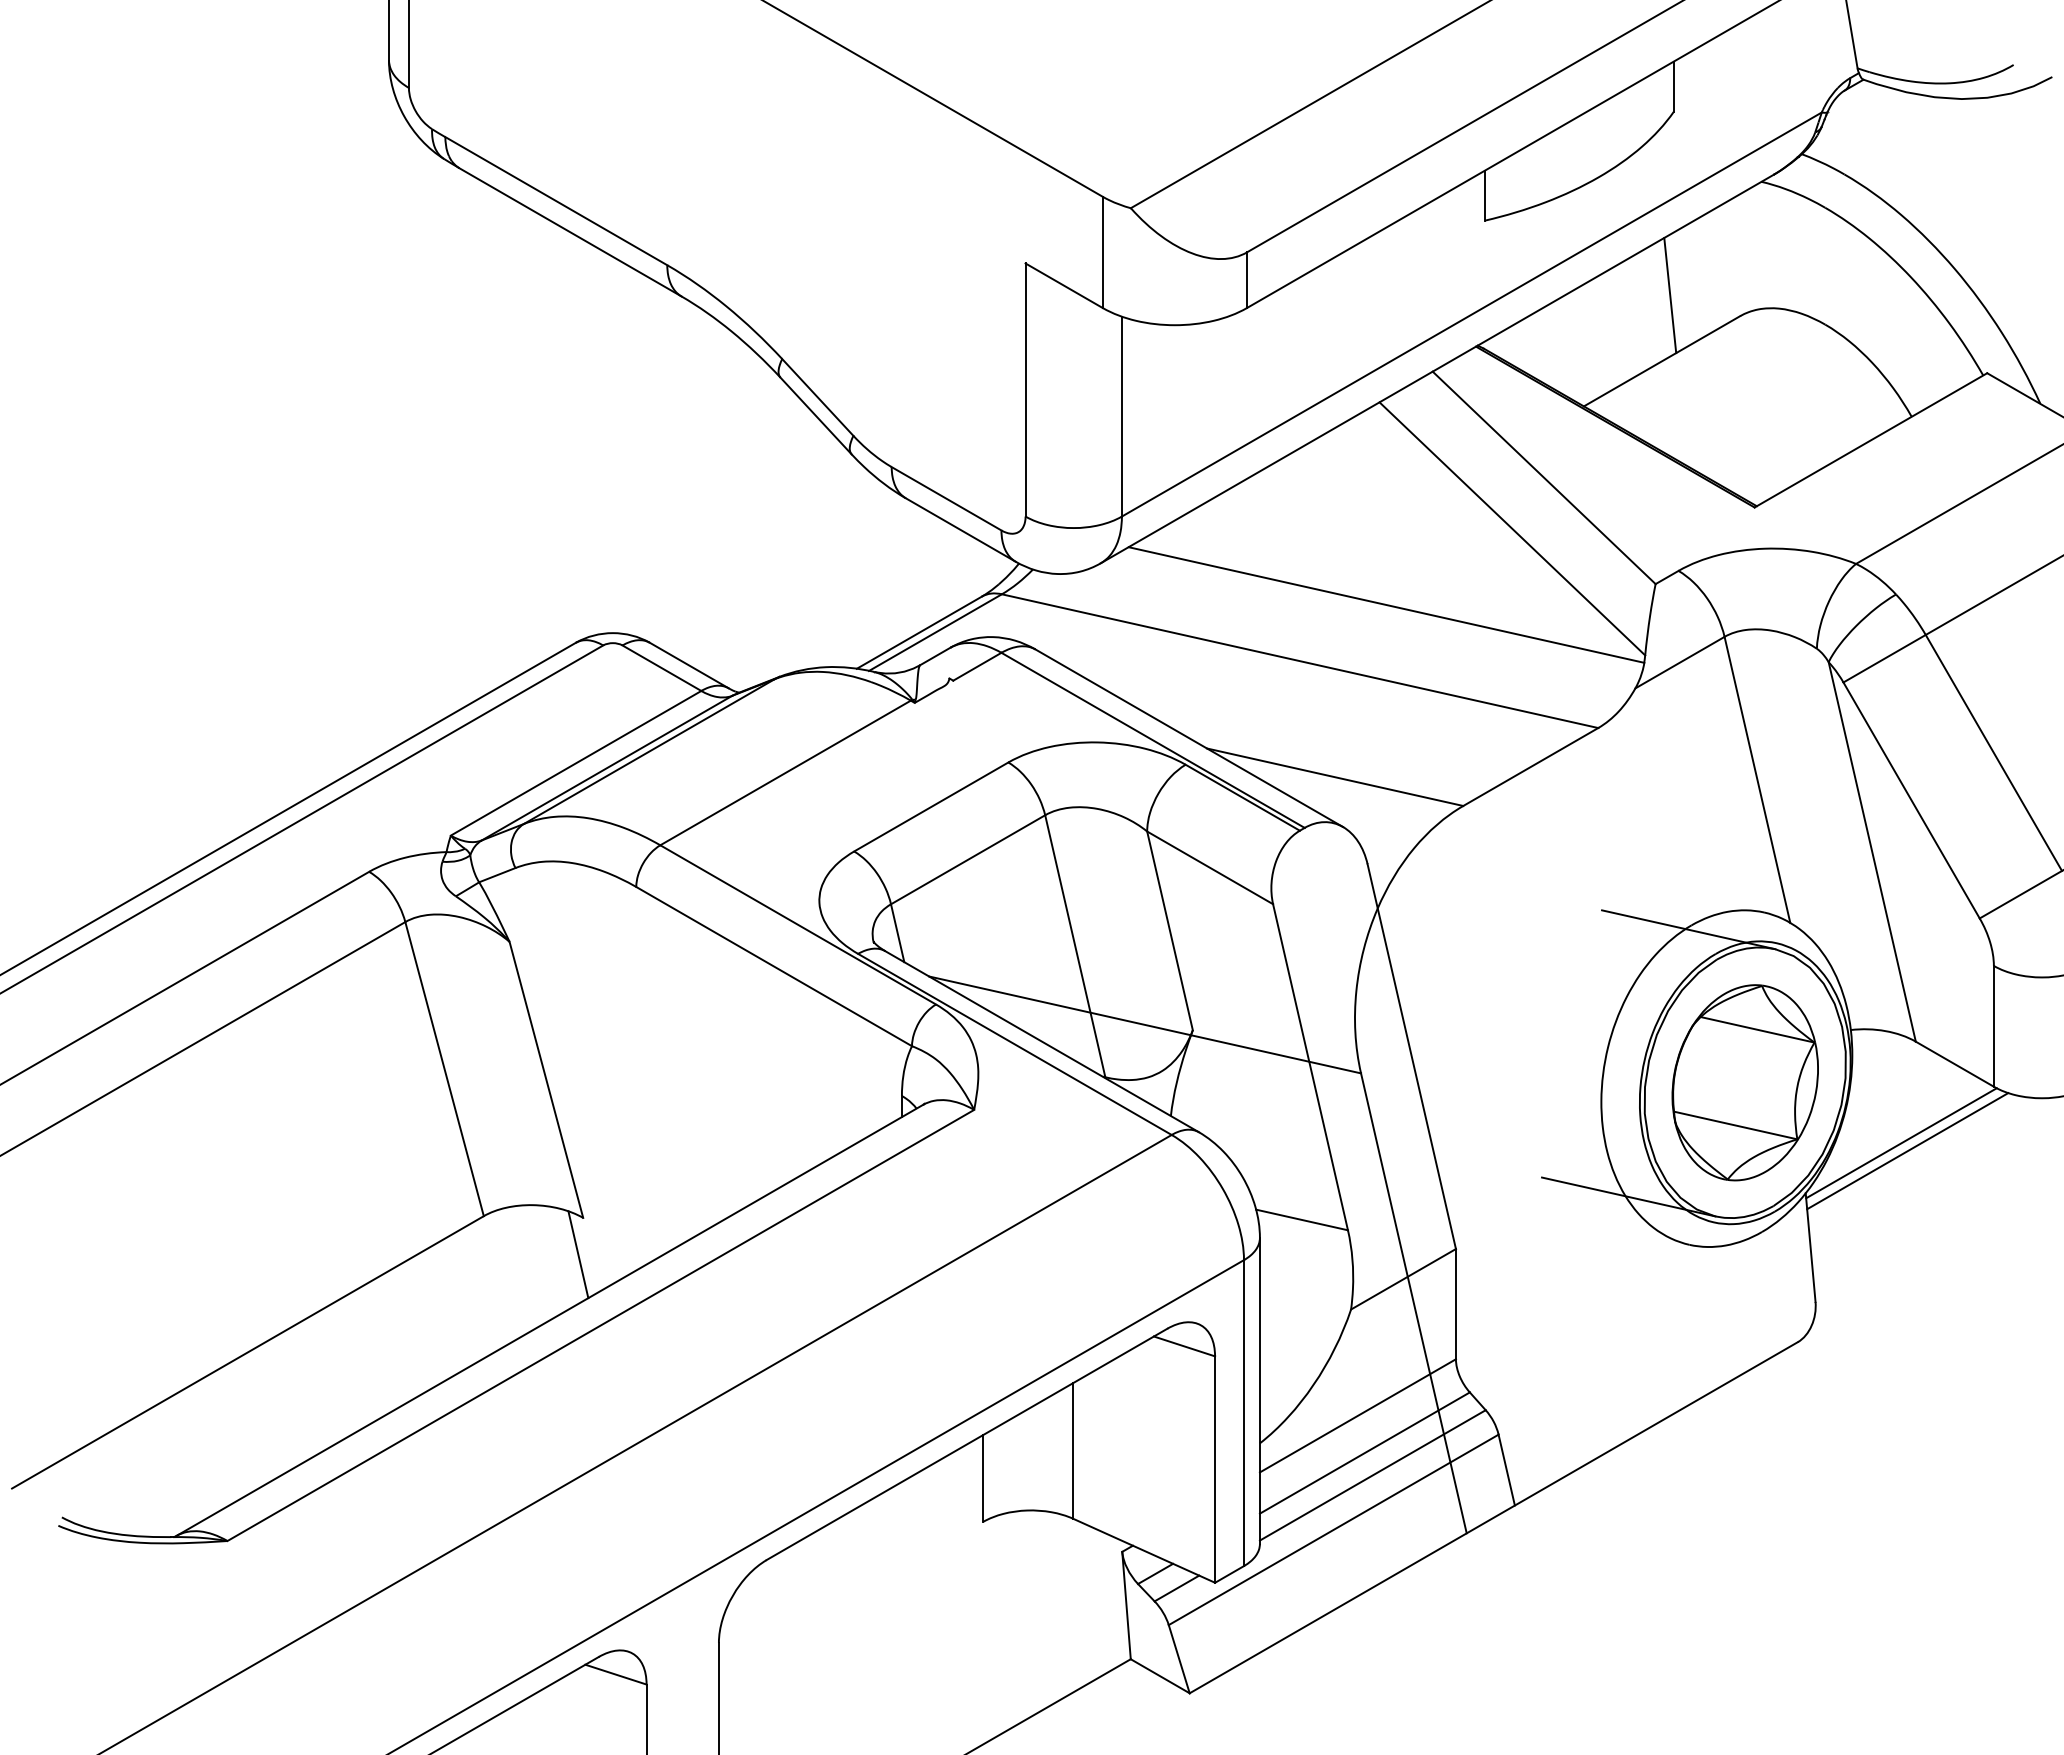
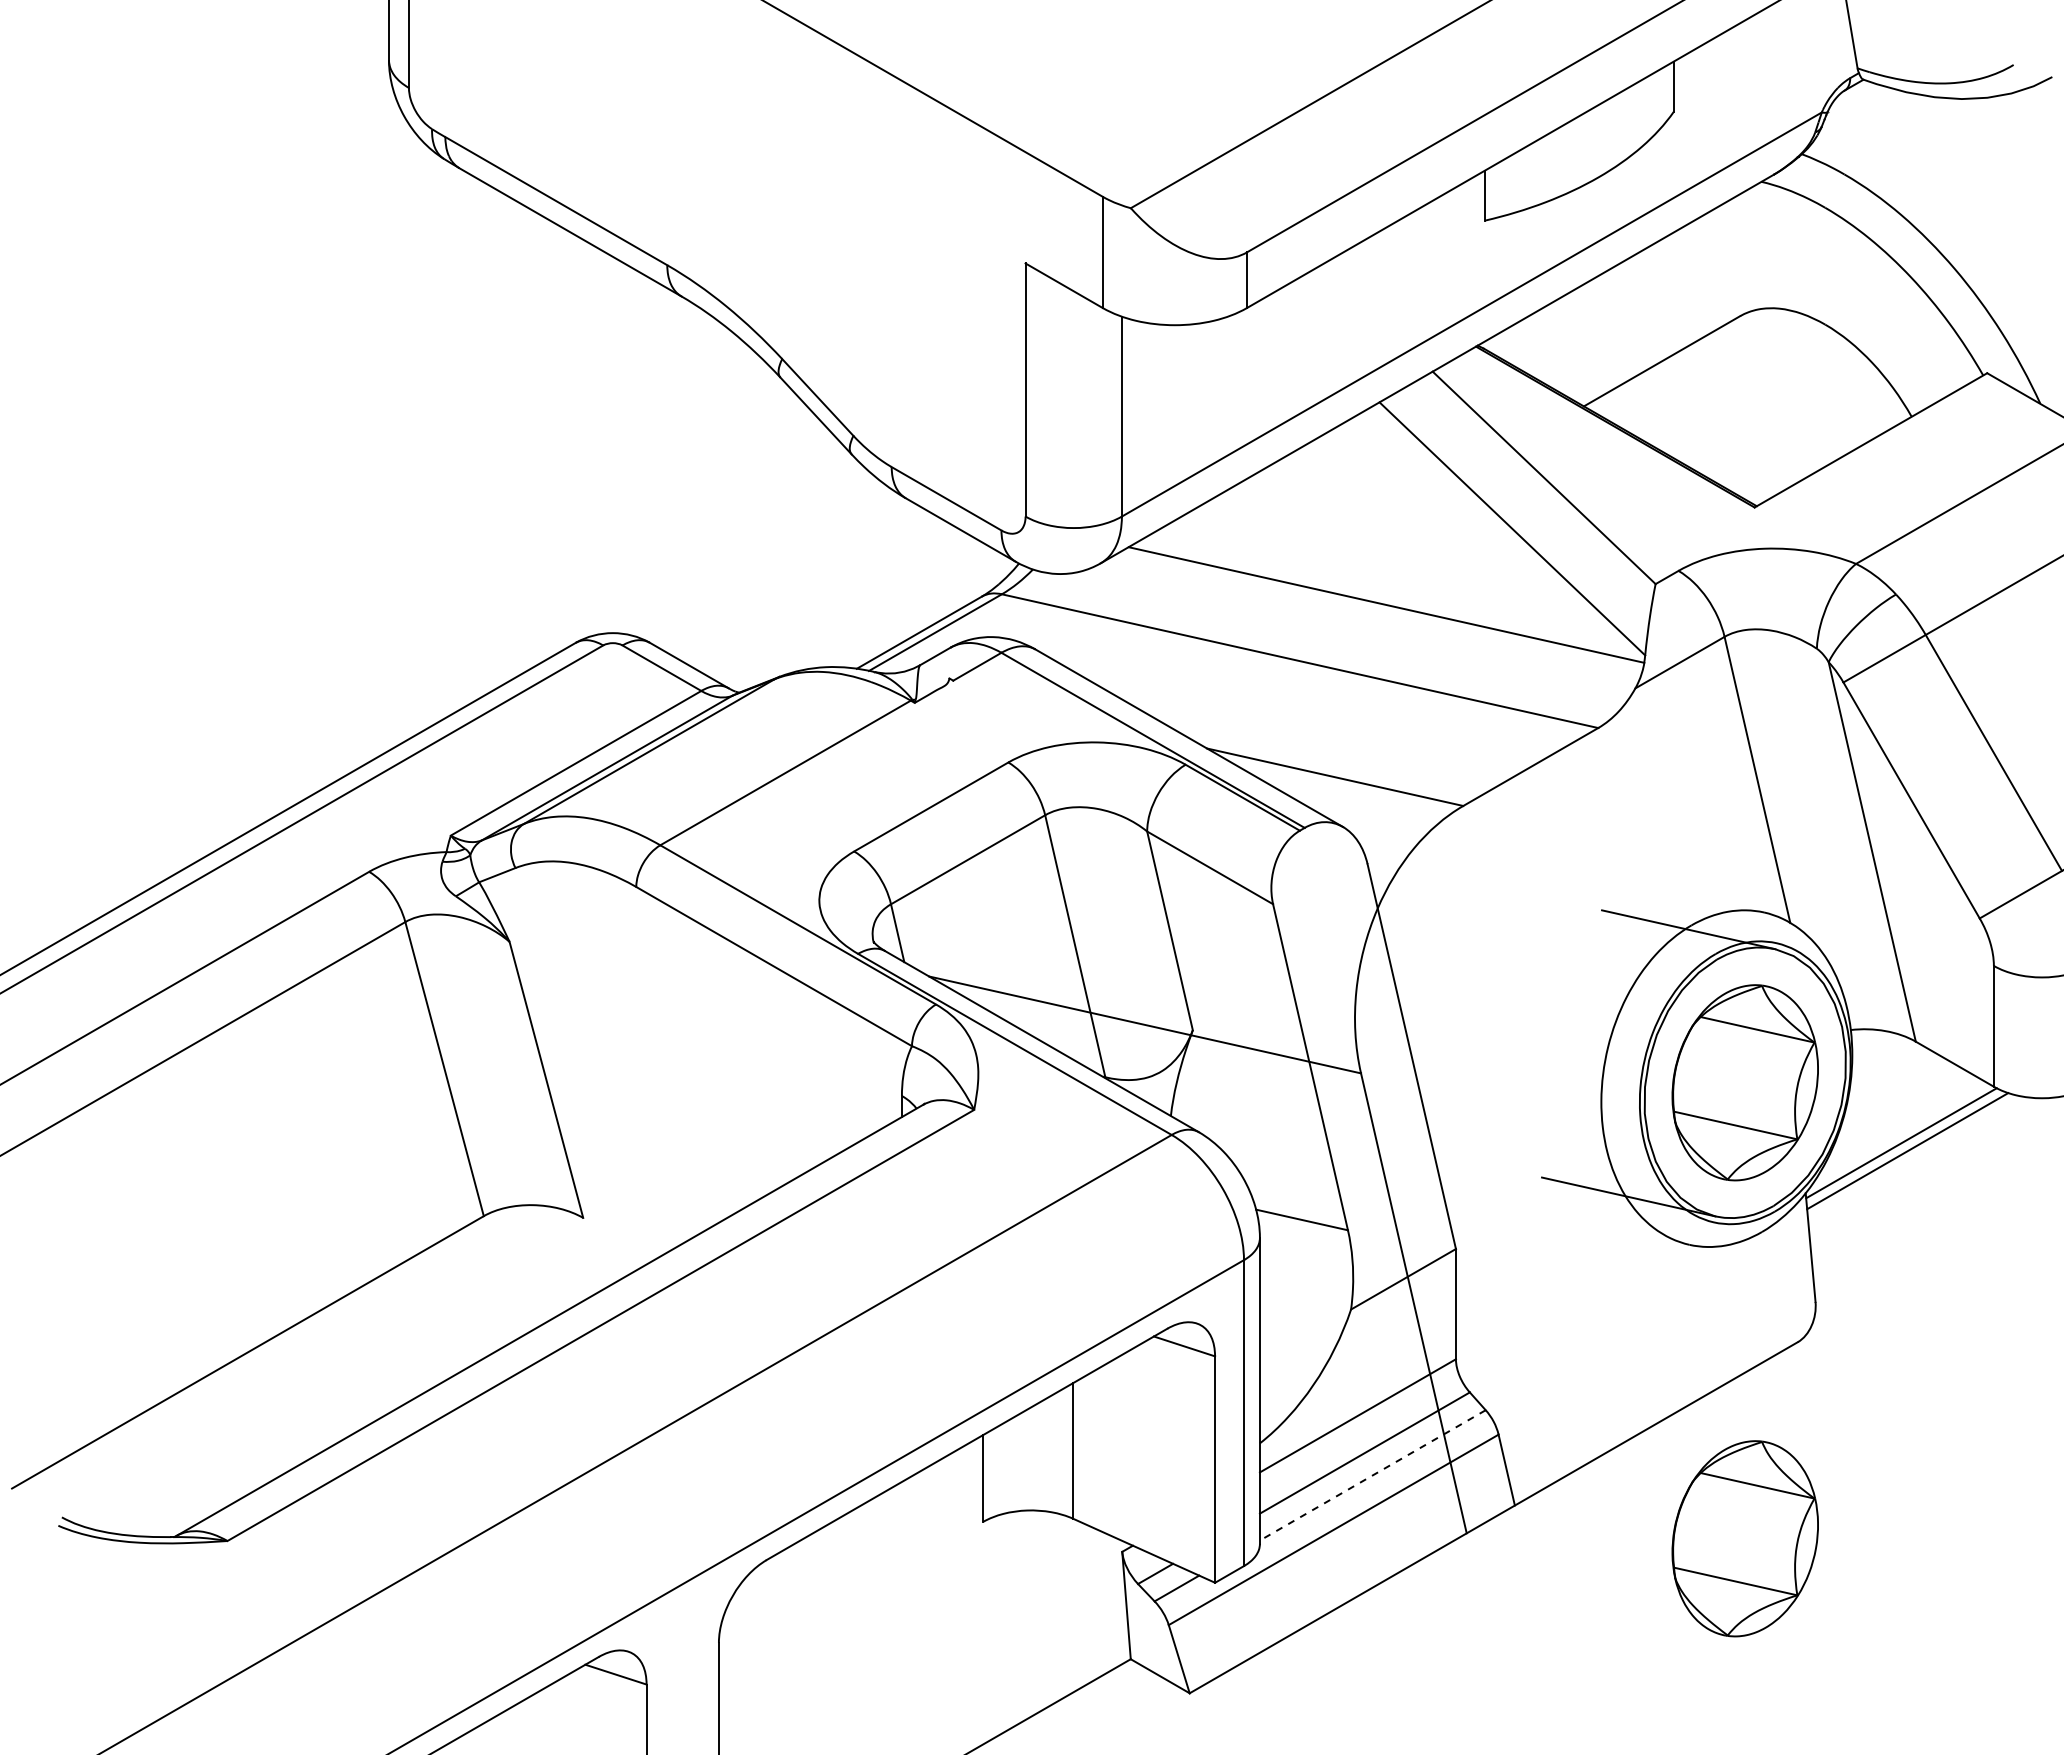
line at (1670, 295): present -> none
line at (578, 1254): present -> none
line at (1372, 1475): solid -> dashed
part at (1744, 1538): none -> present
